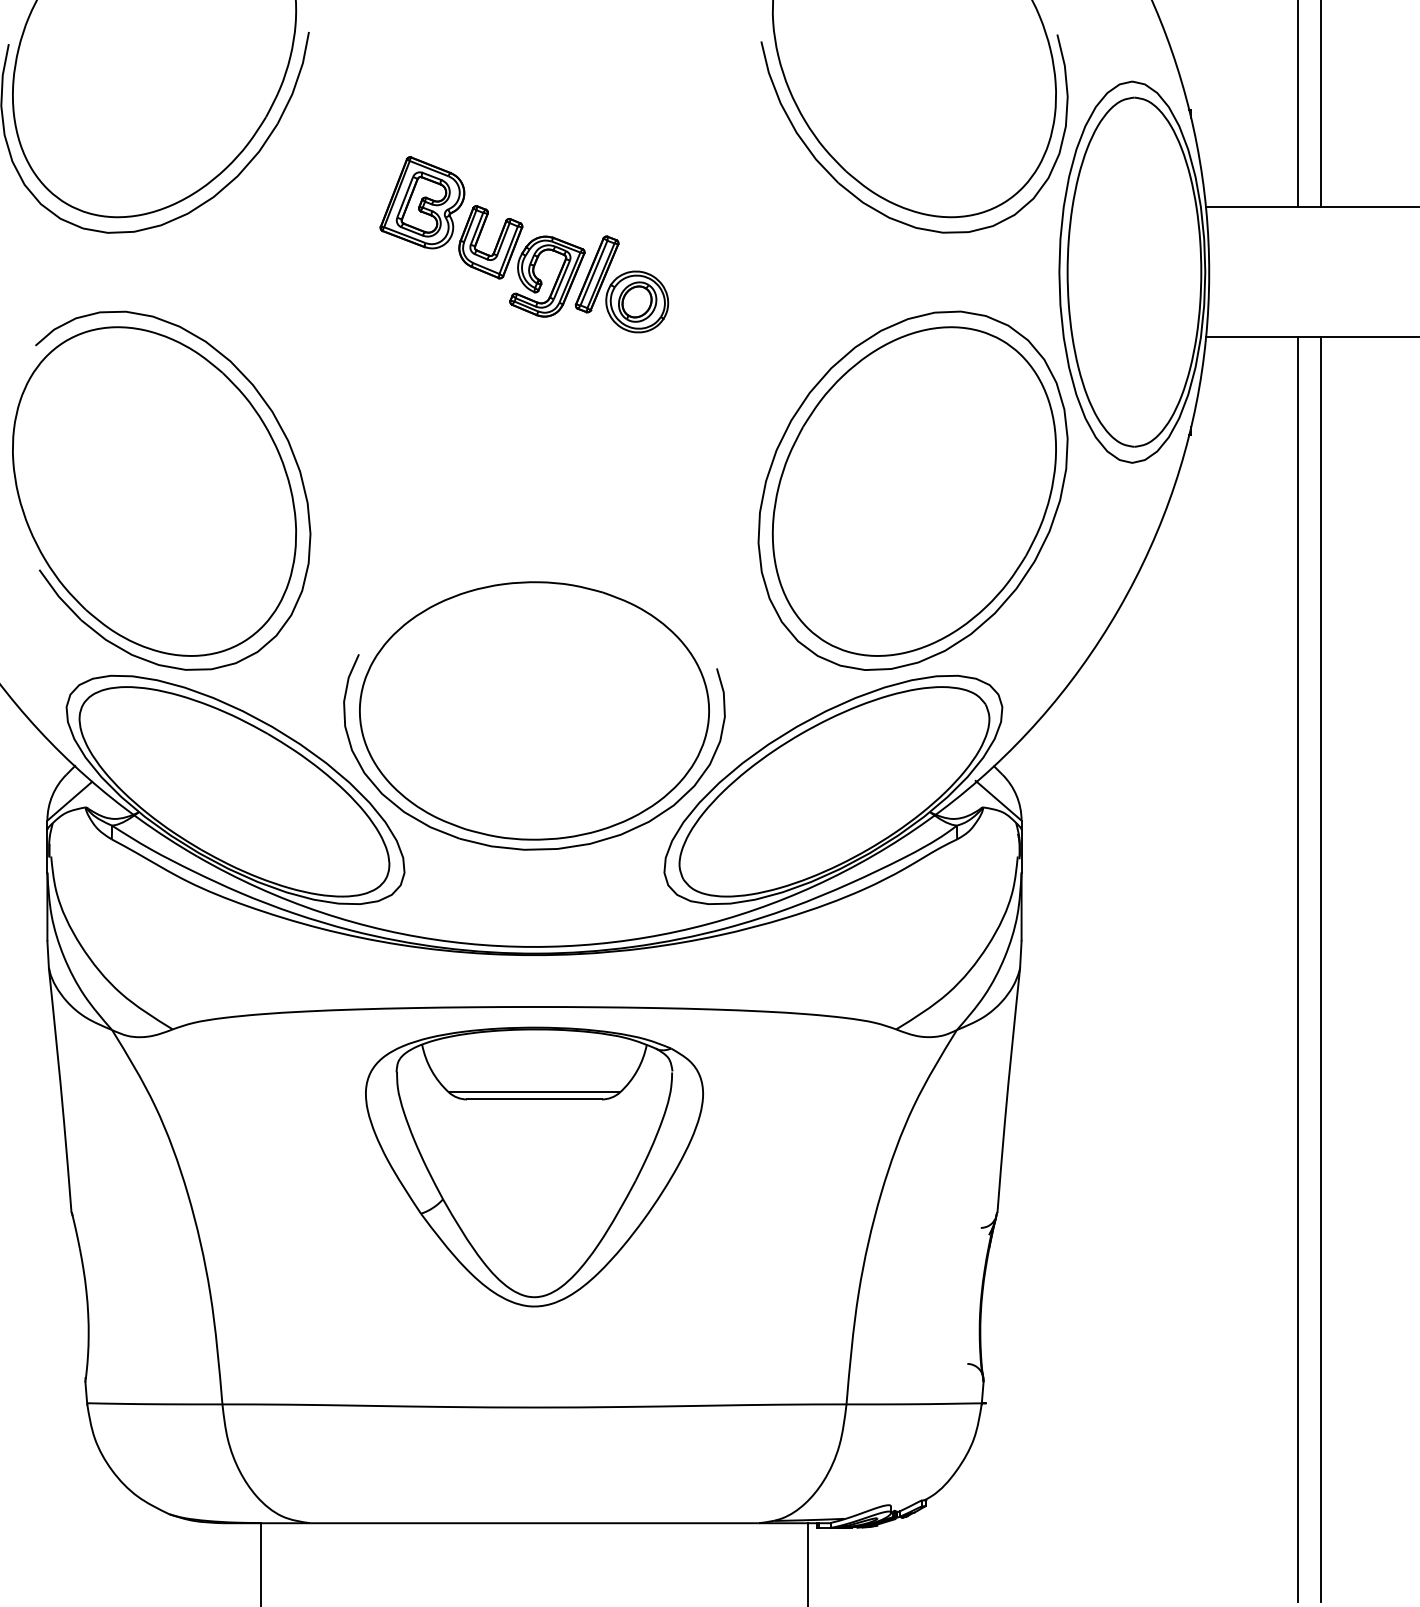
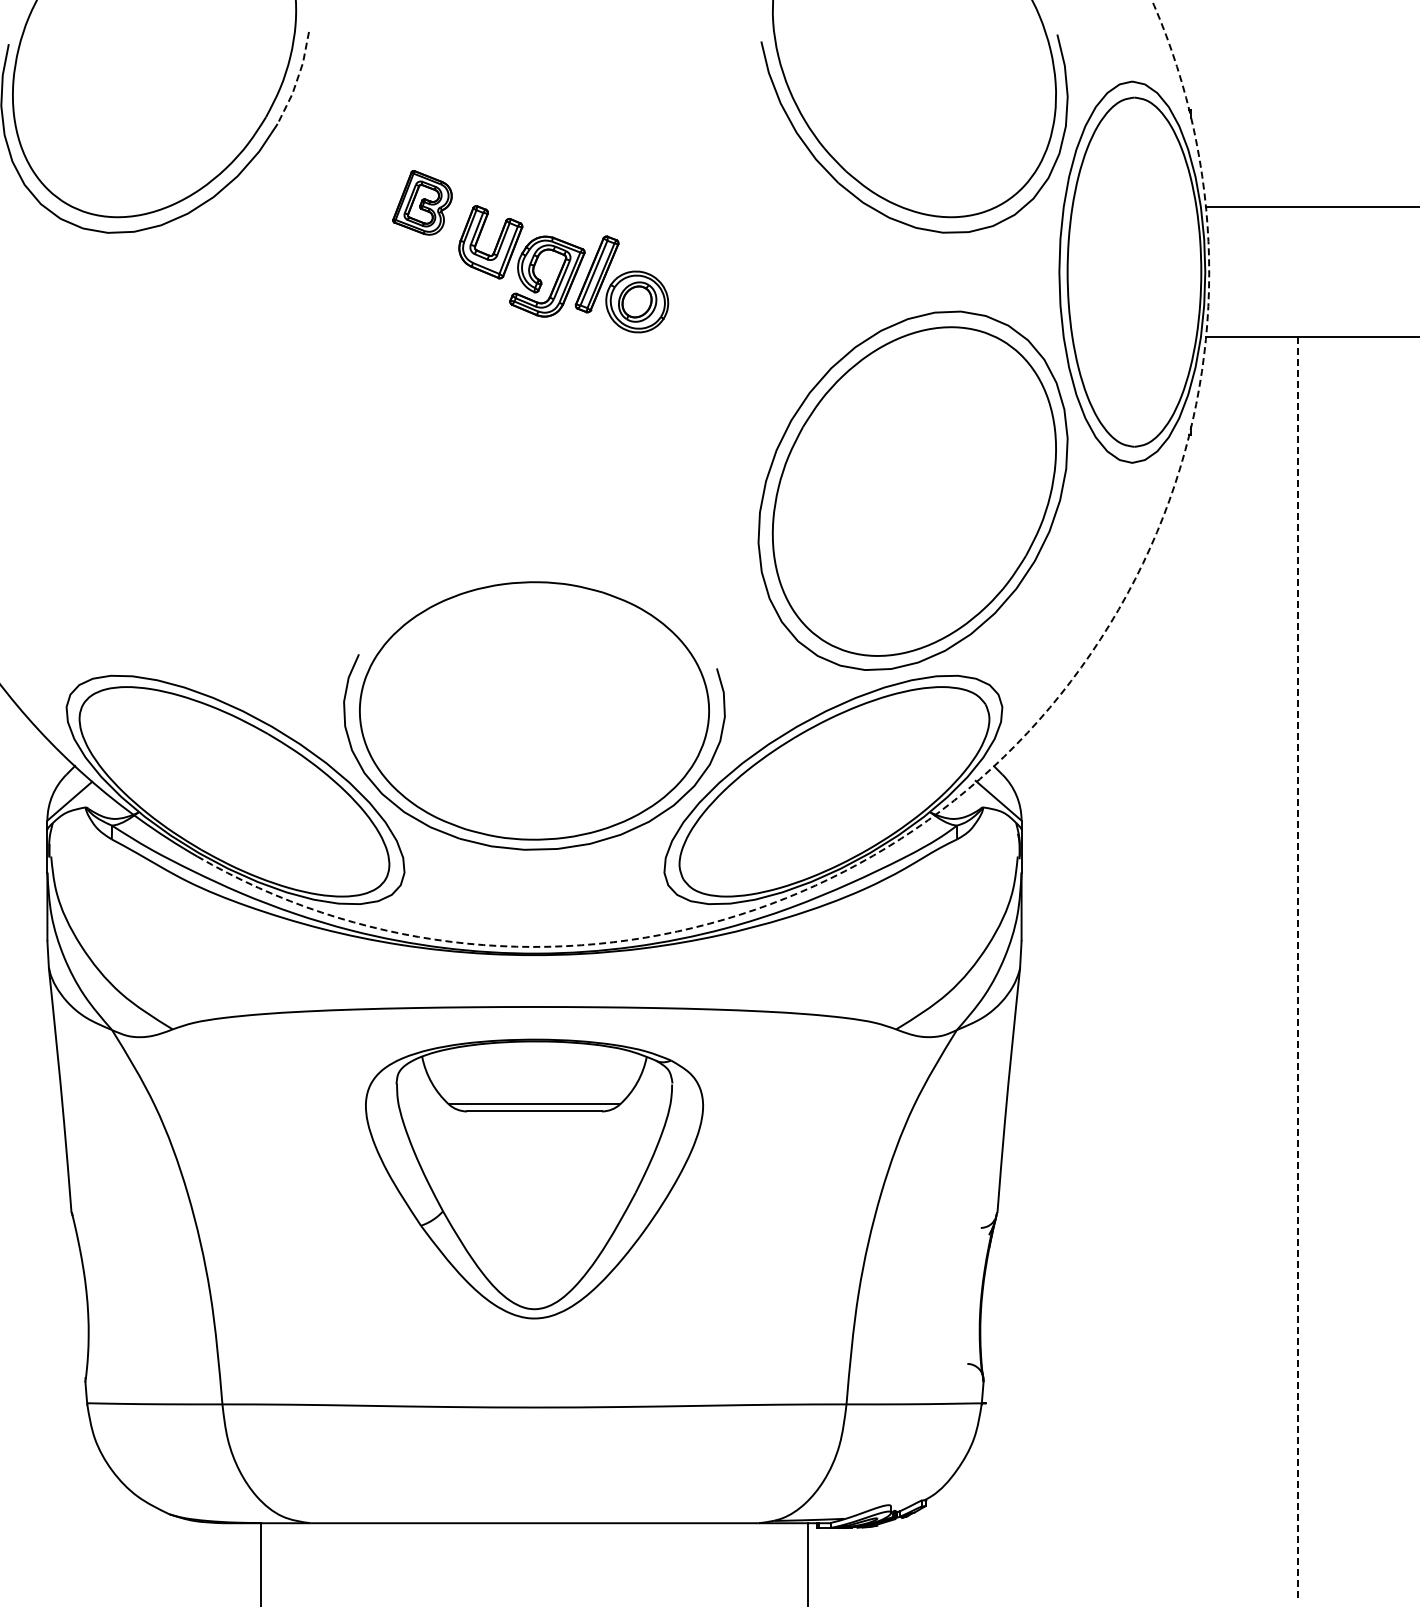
line at (297, 80): solid -> dashed
line at (1297, 104): present -> none
line at (1321, 104): present -> none
part at (422, 202) size: 87x94 px -> 61x66 px
part at (161, 490): present -> none
arc at (984, 775): solid -> dashed
line at (1297, 969): solid -> dashed
line at (1321, 969): present -> none
part at (534, 1166) position: (534, 1166) -> (534, 1178)
